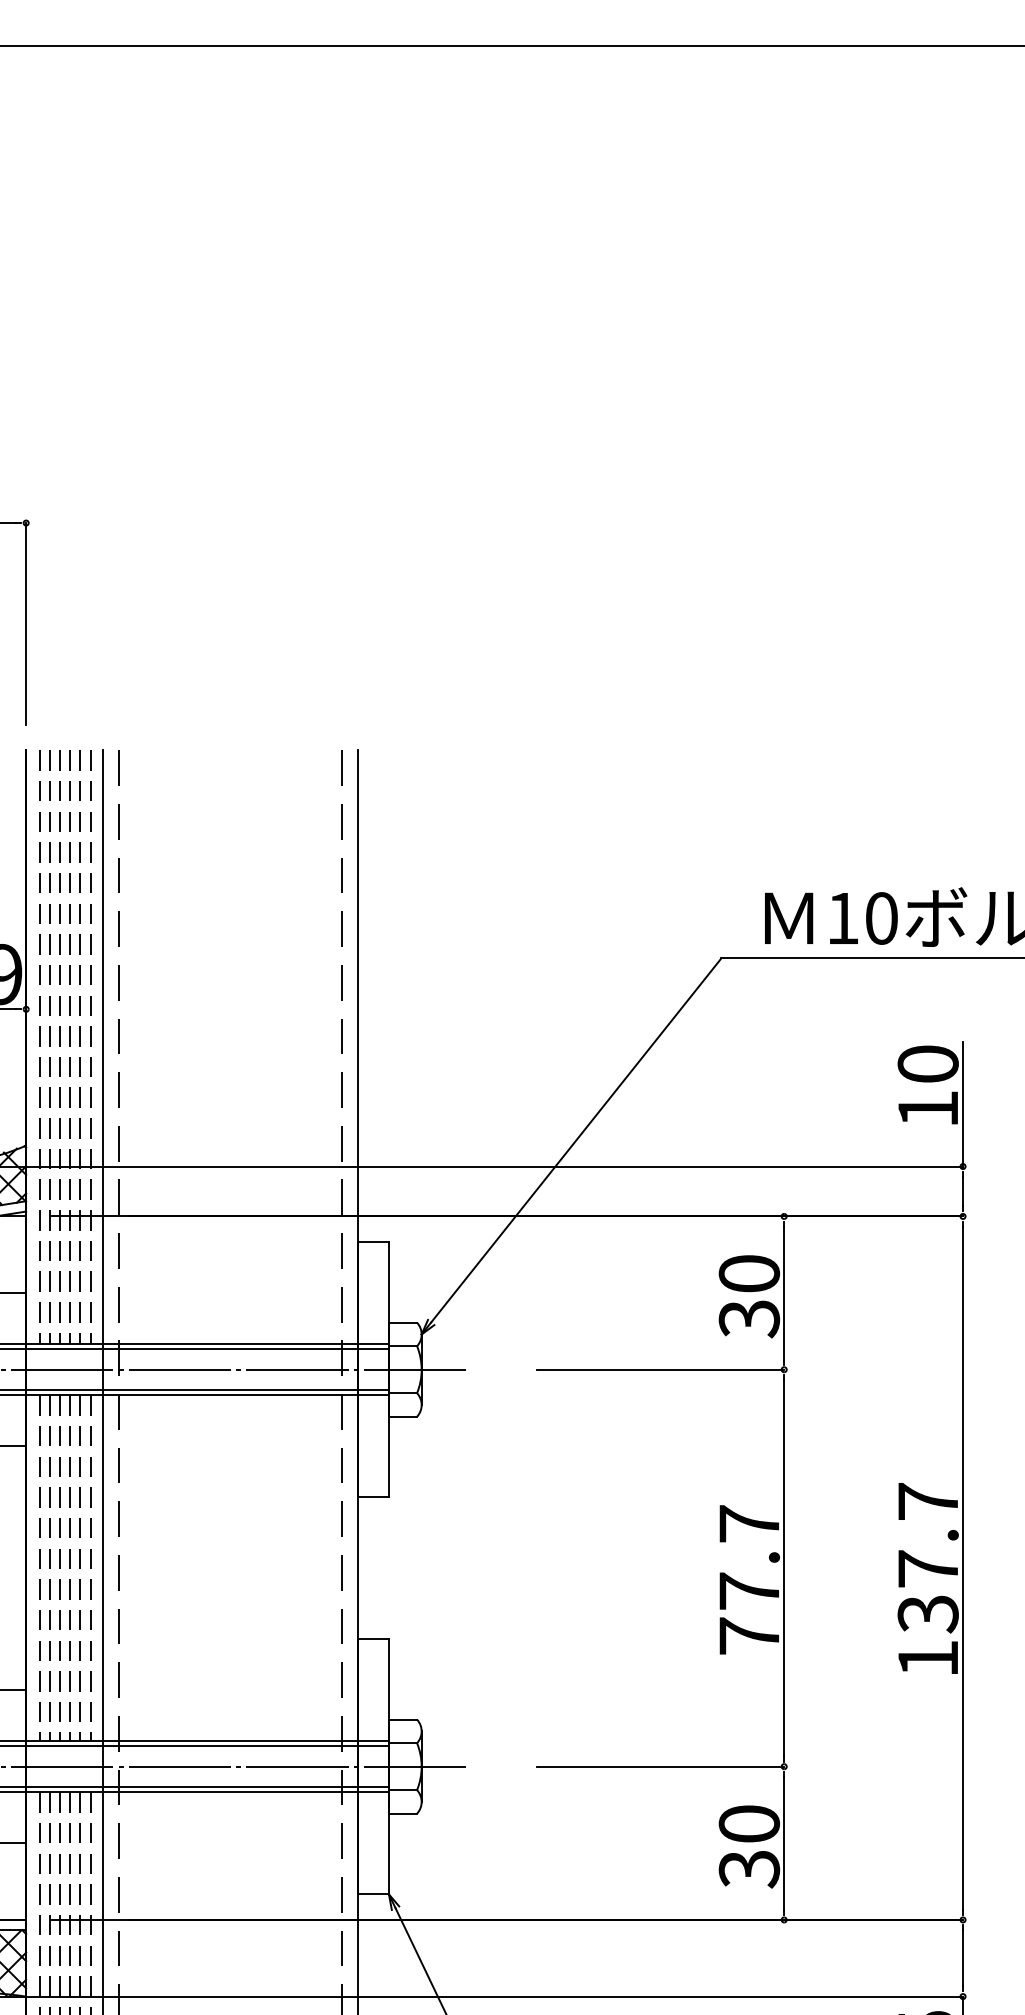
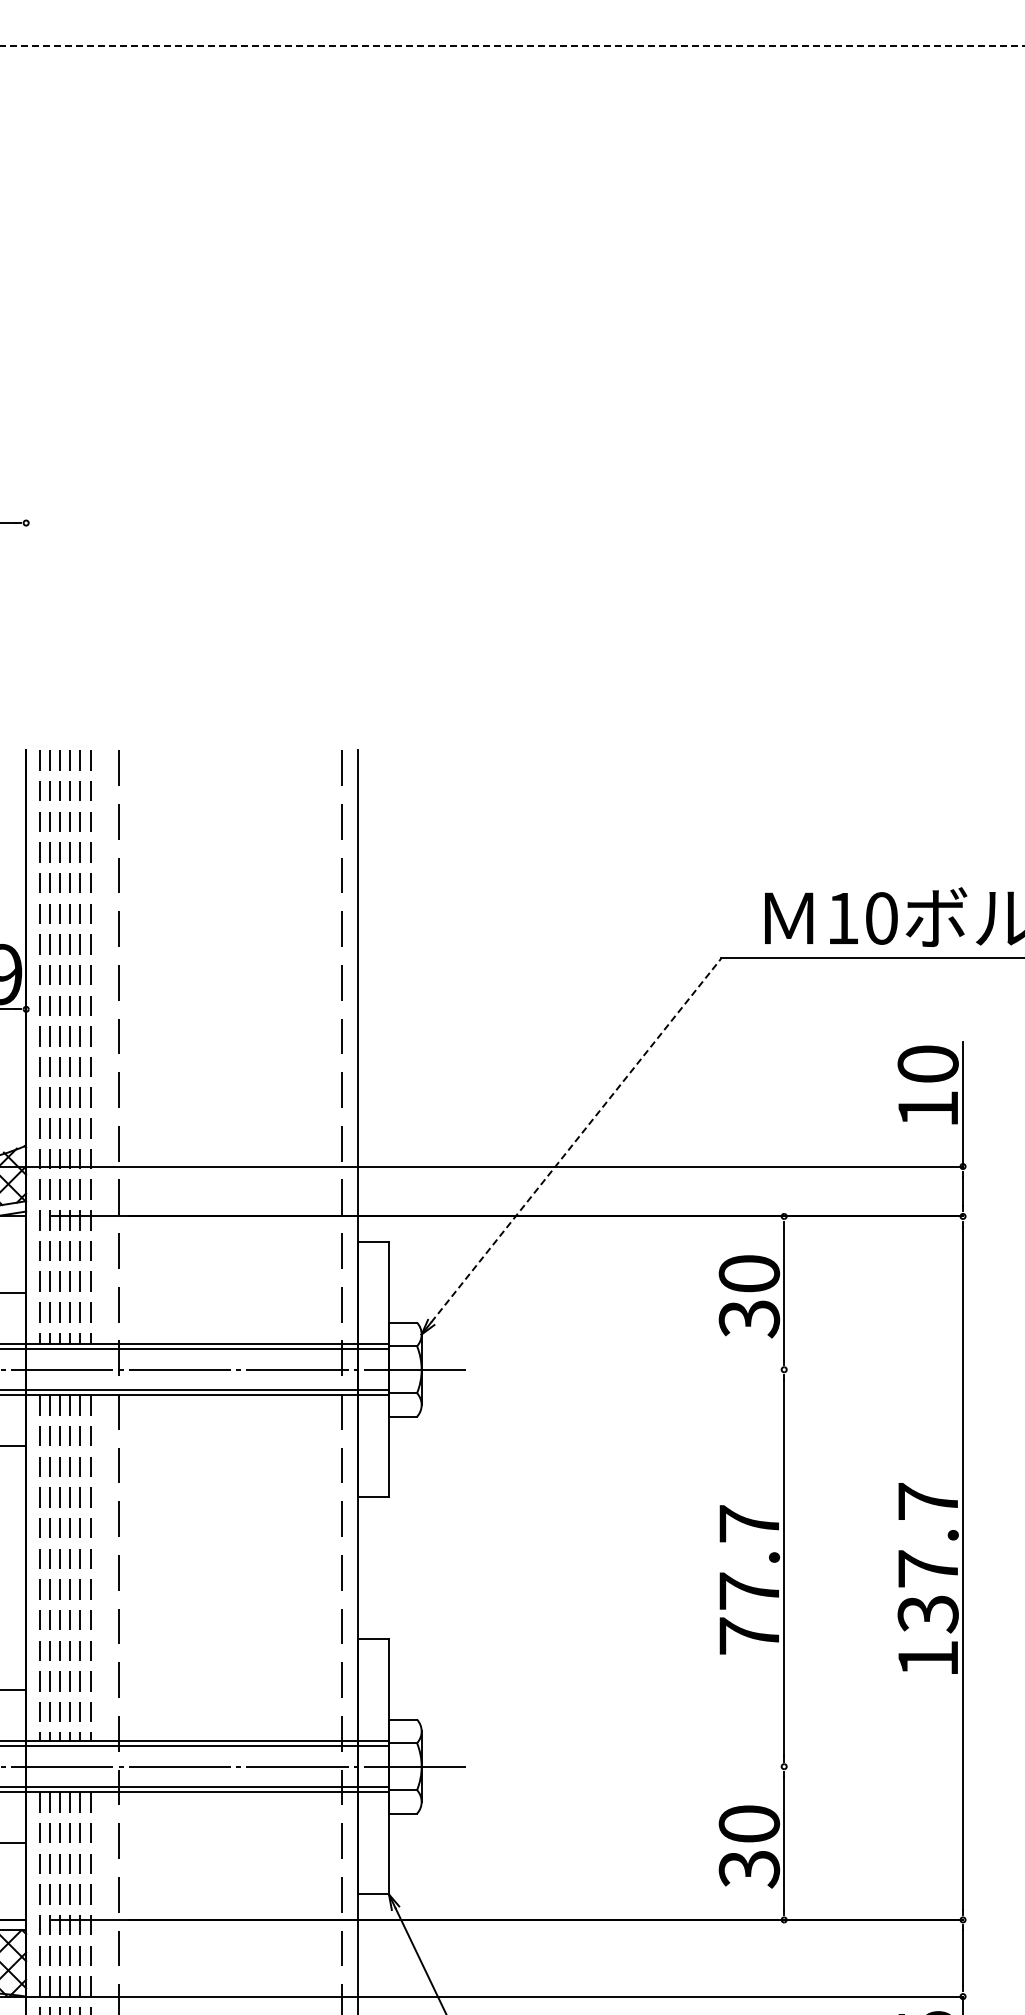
line at (512, 45): solid -> dashed
line at (26, 623): present -> none
line at (576, 1140): solid -> dashed
line at (660, 1369): present -> none
line at (102, 1380): present -> none
line at (660, 1766): present -> none
